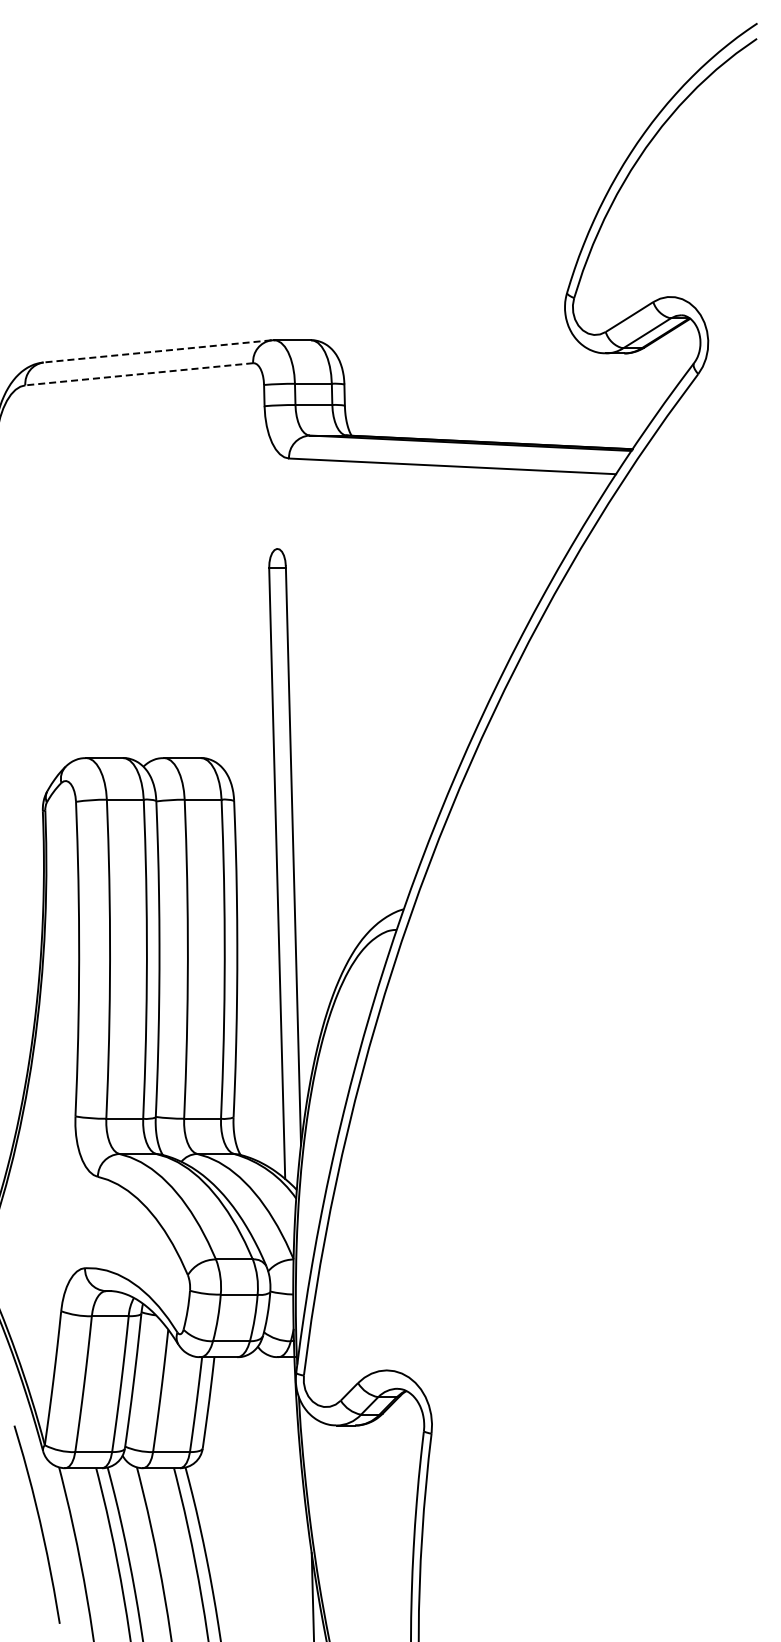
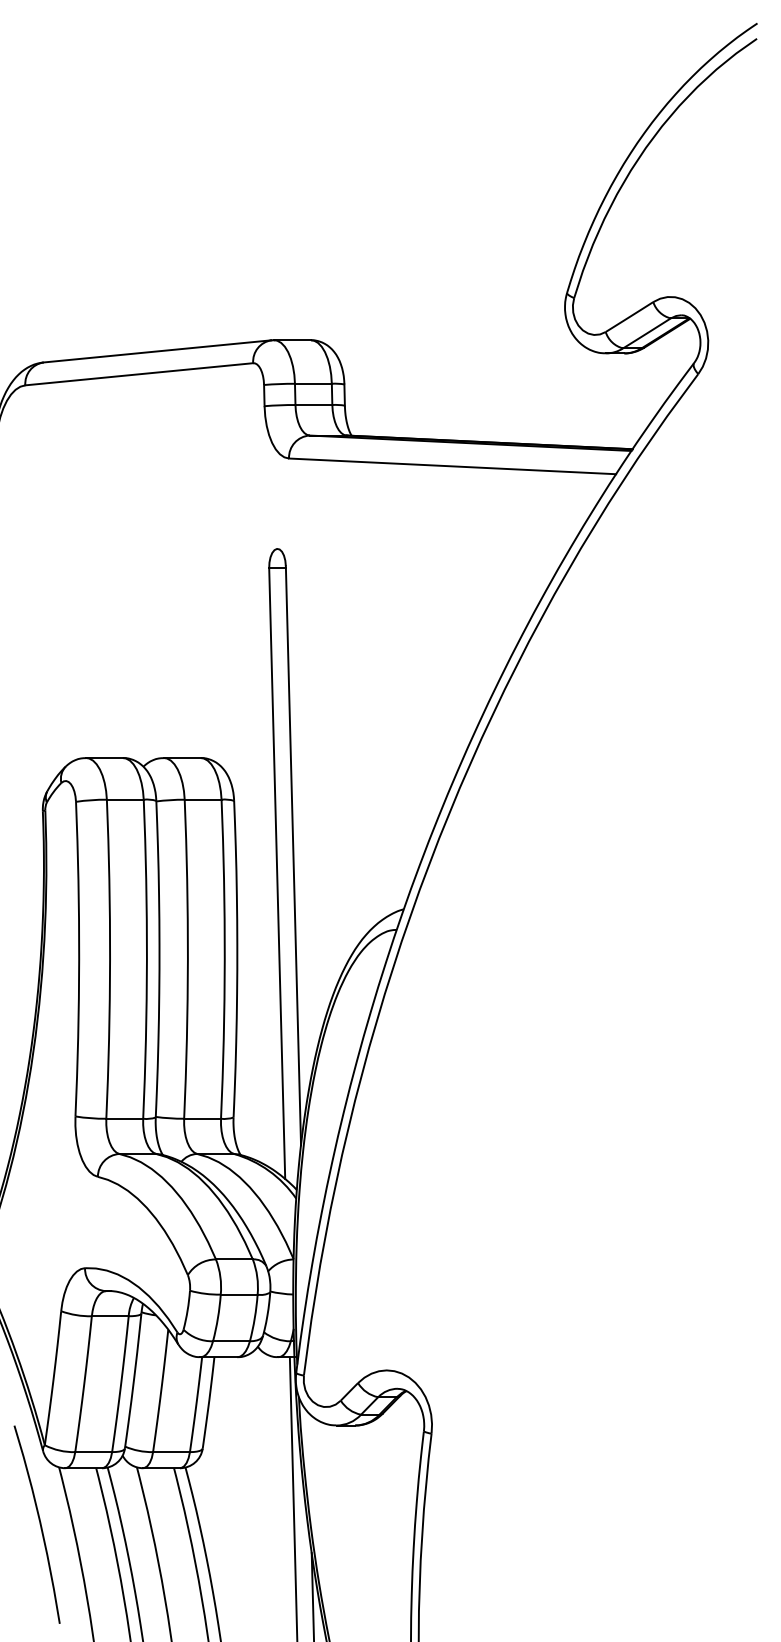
line at (157, 351): dashed -> solid
line at (138, 374): dashed -> solid
line at (293, 1497): none -> present
